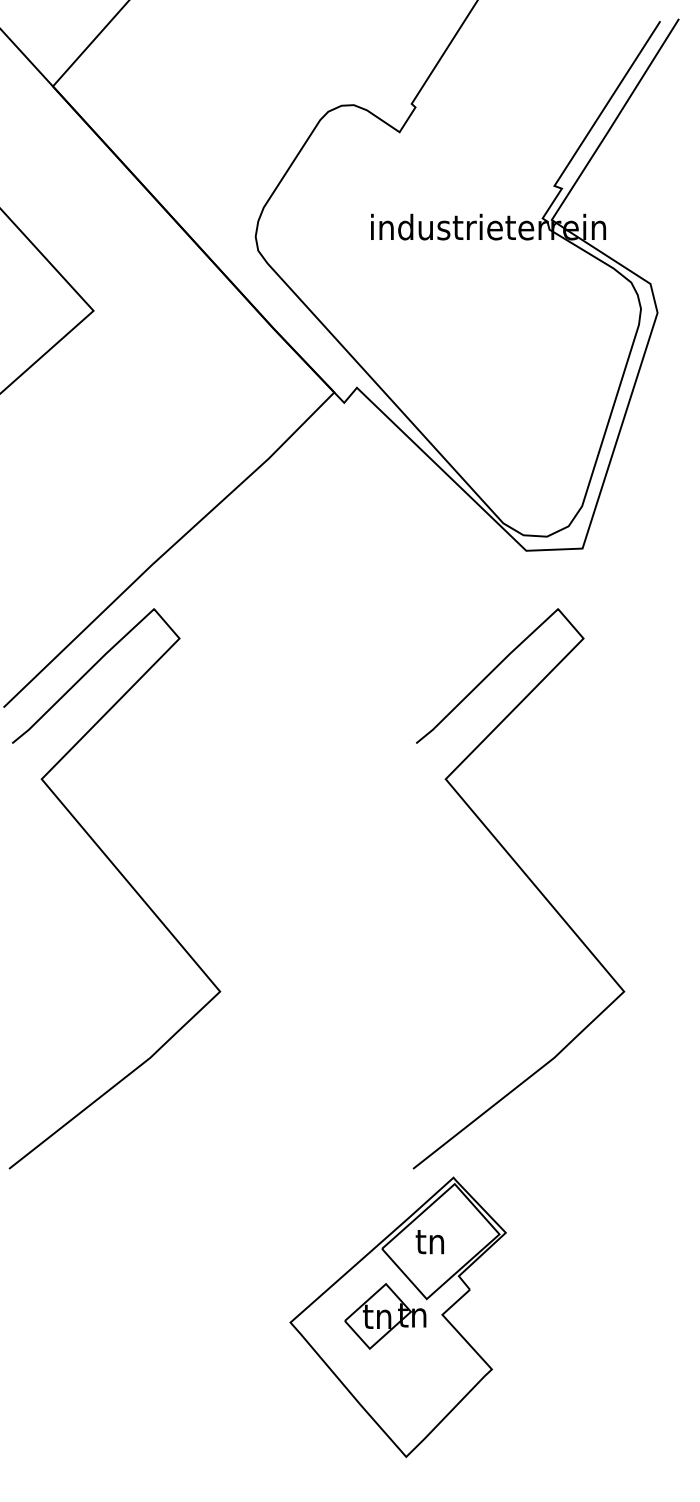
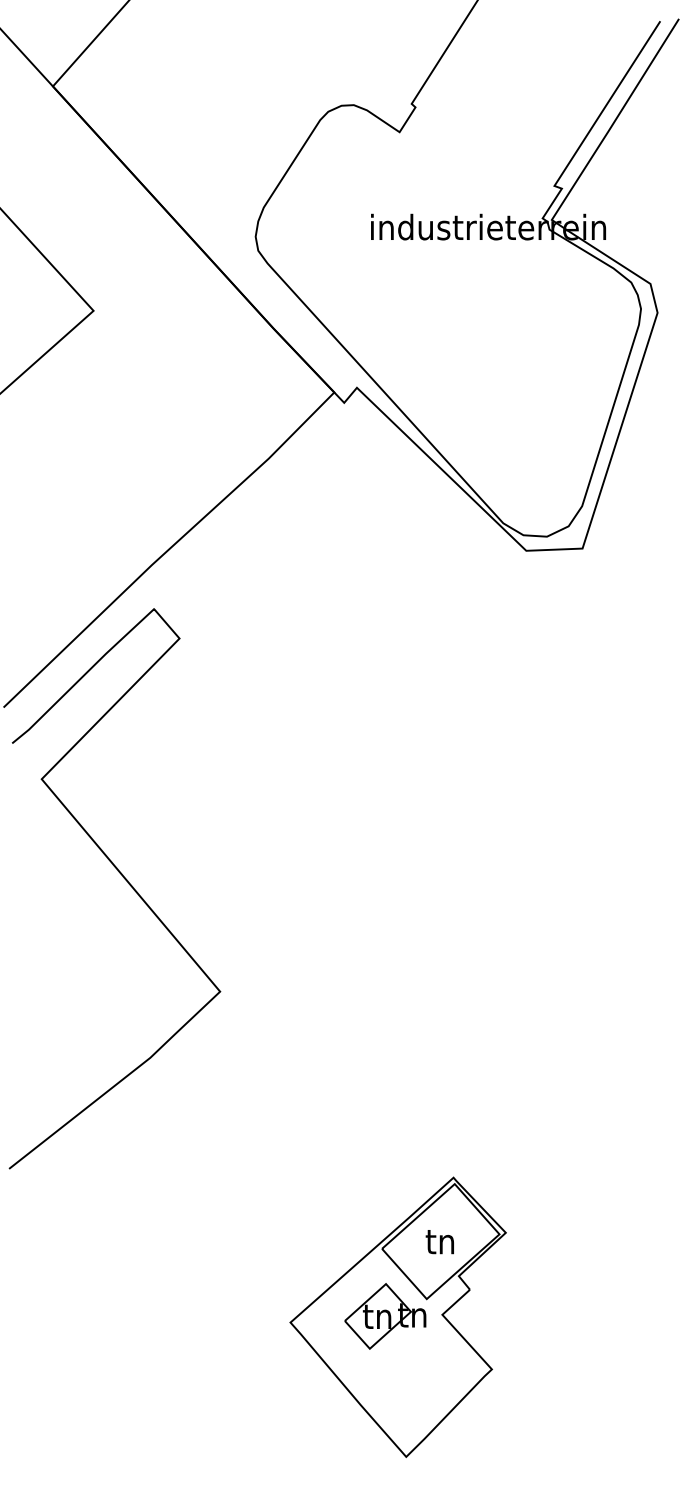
curve at (527, 878): present -> none
text at (429, 1242) position: (429, 1242) -> (439, 1242)
